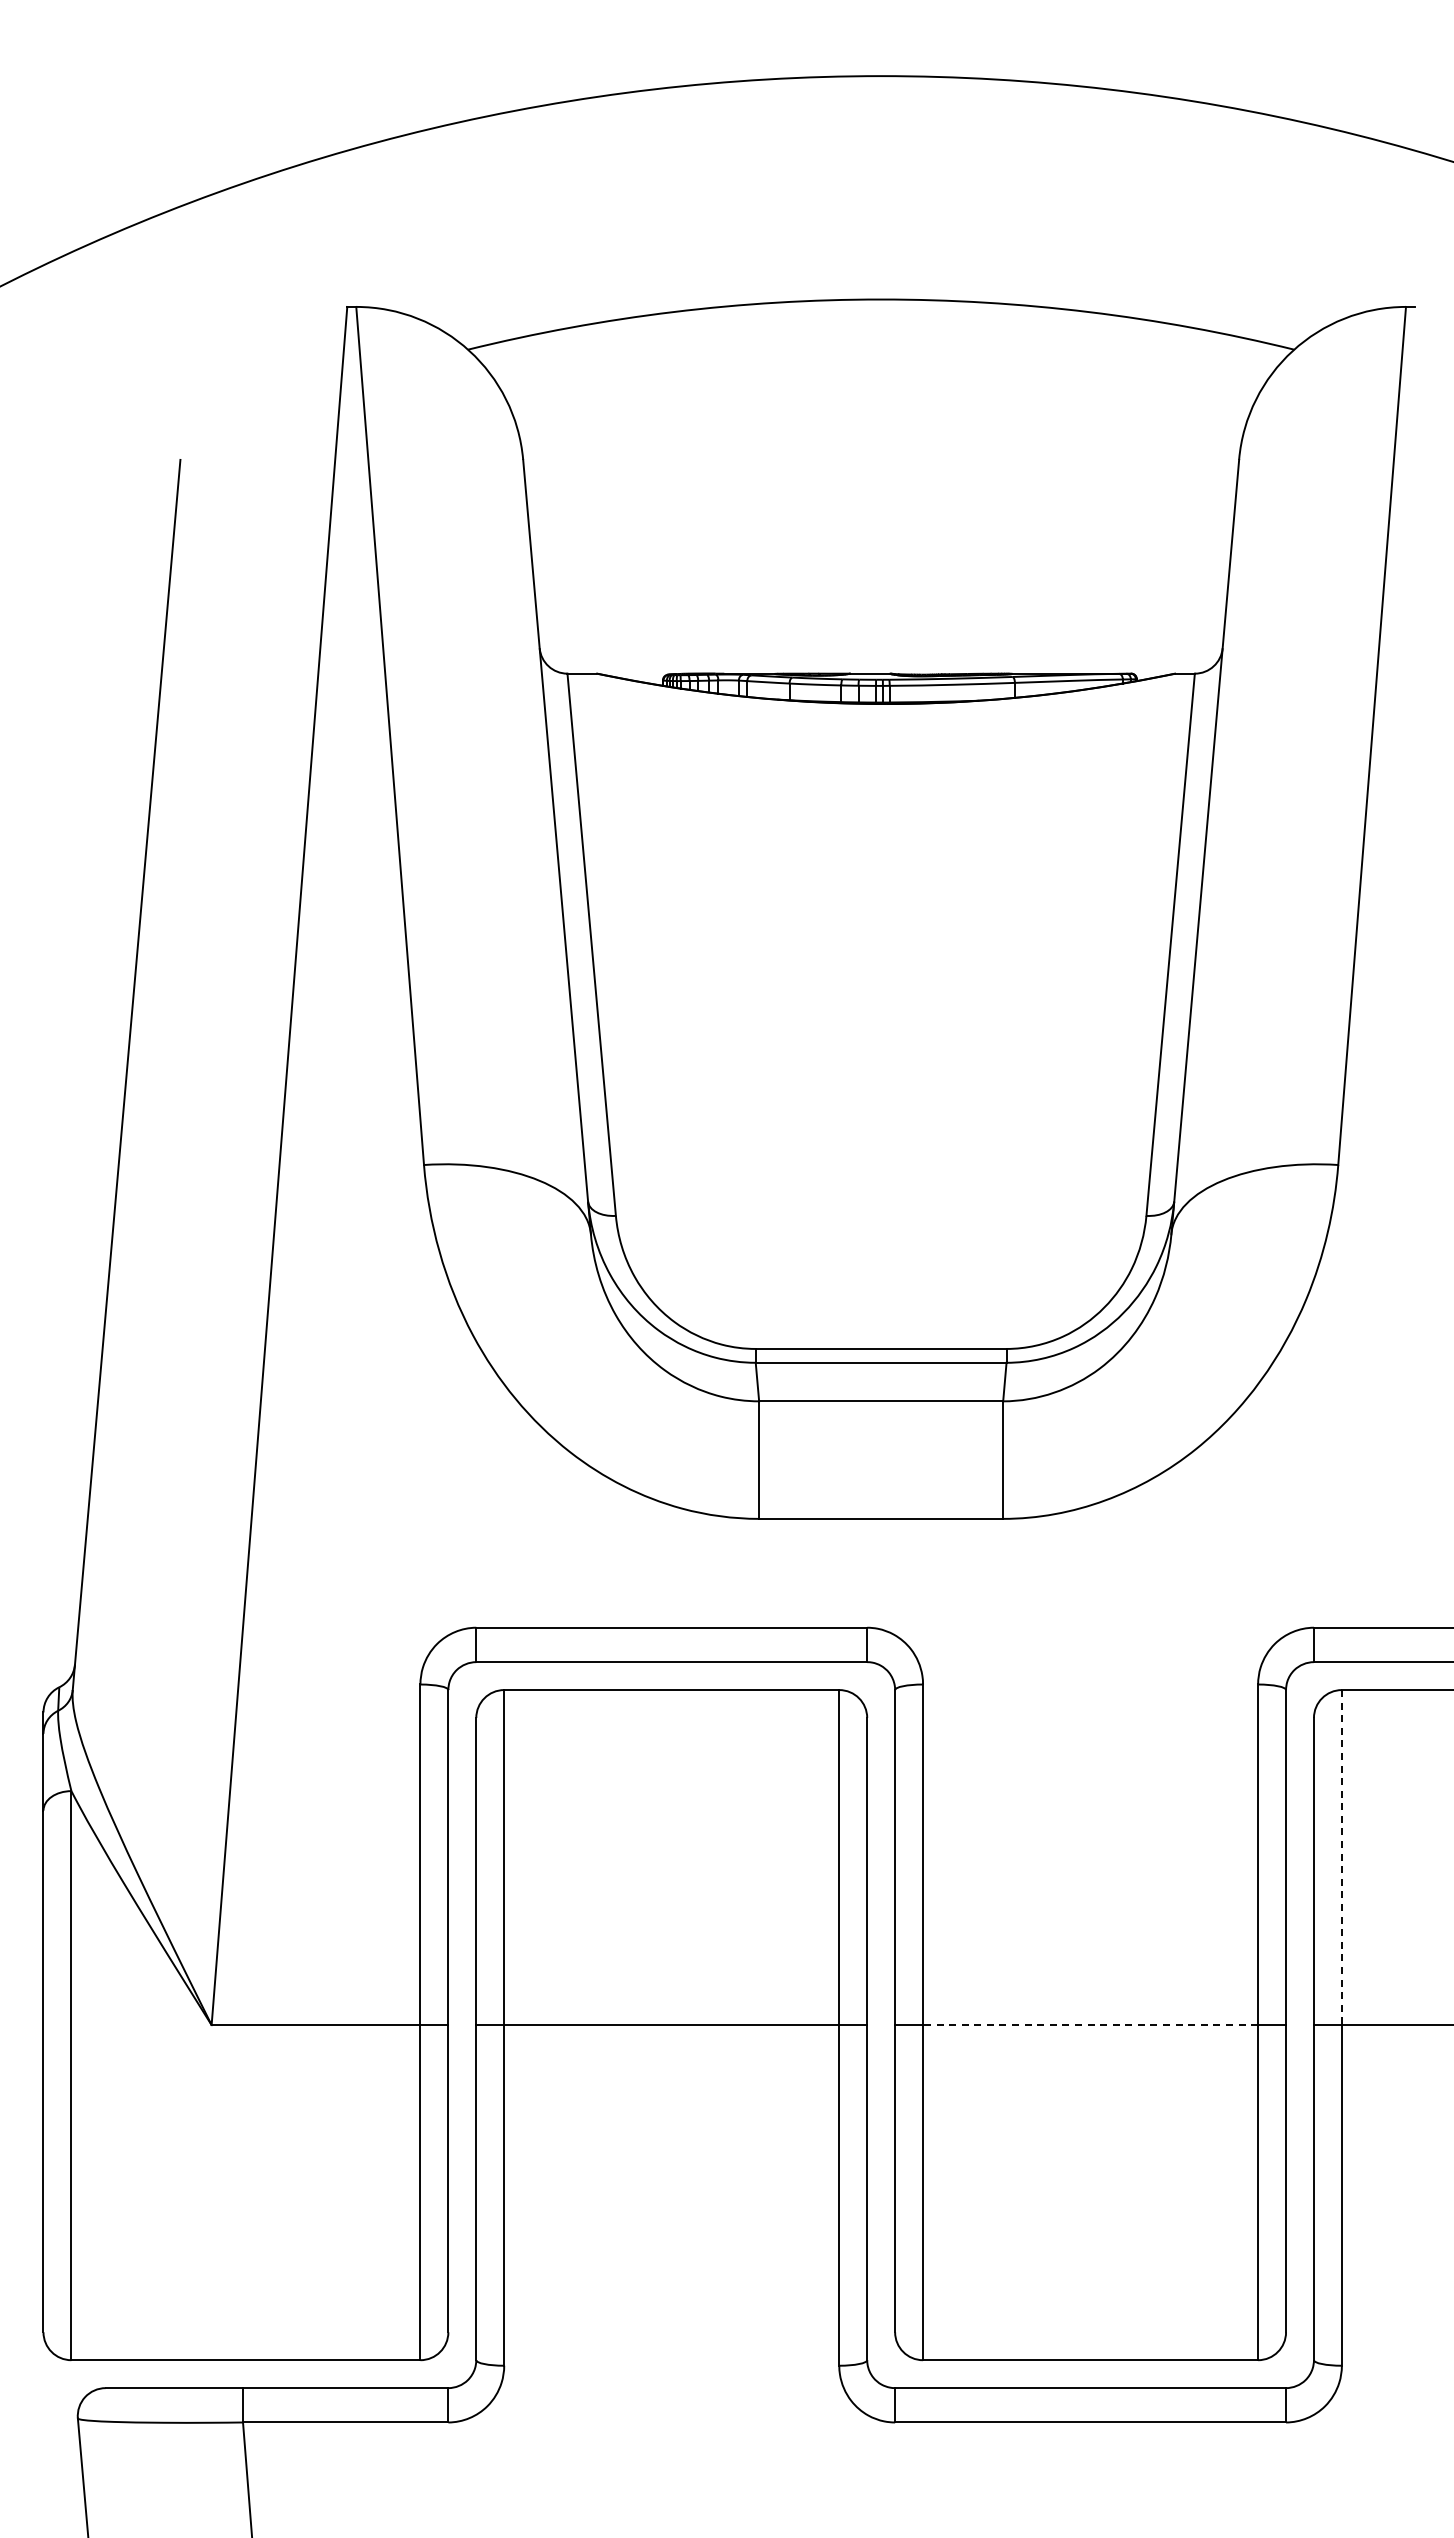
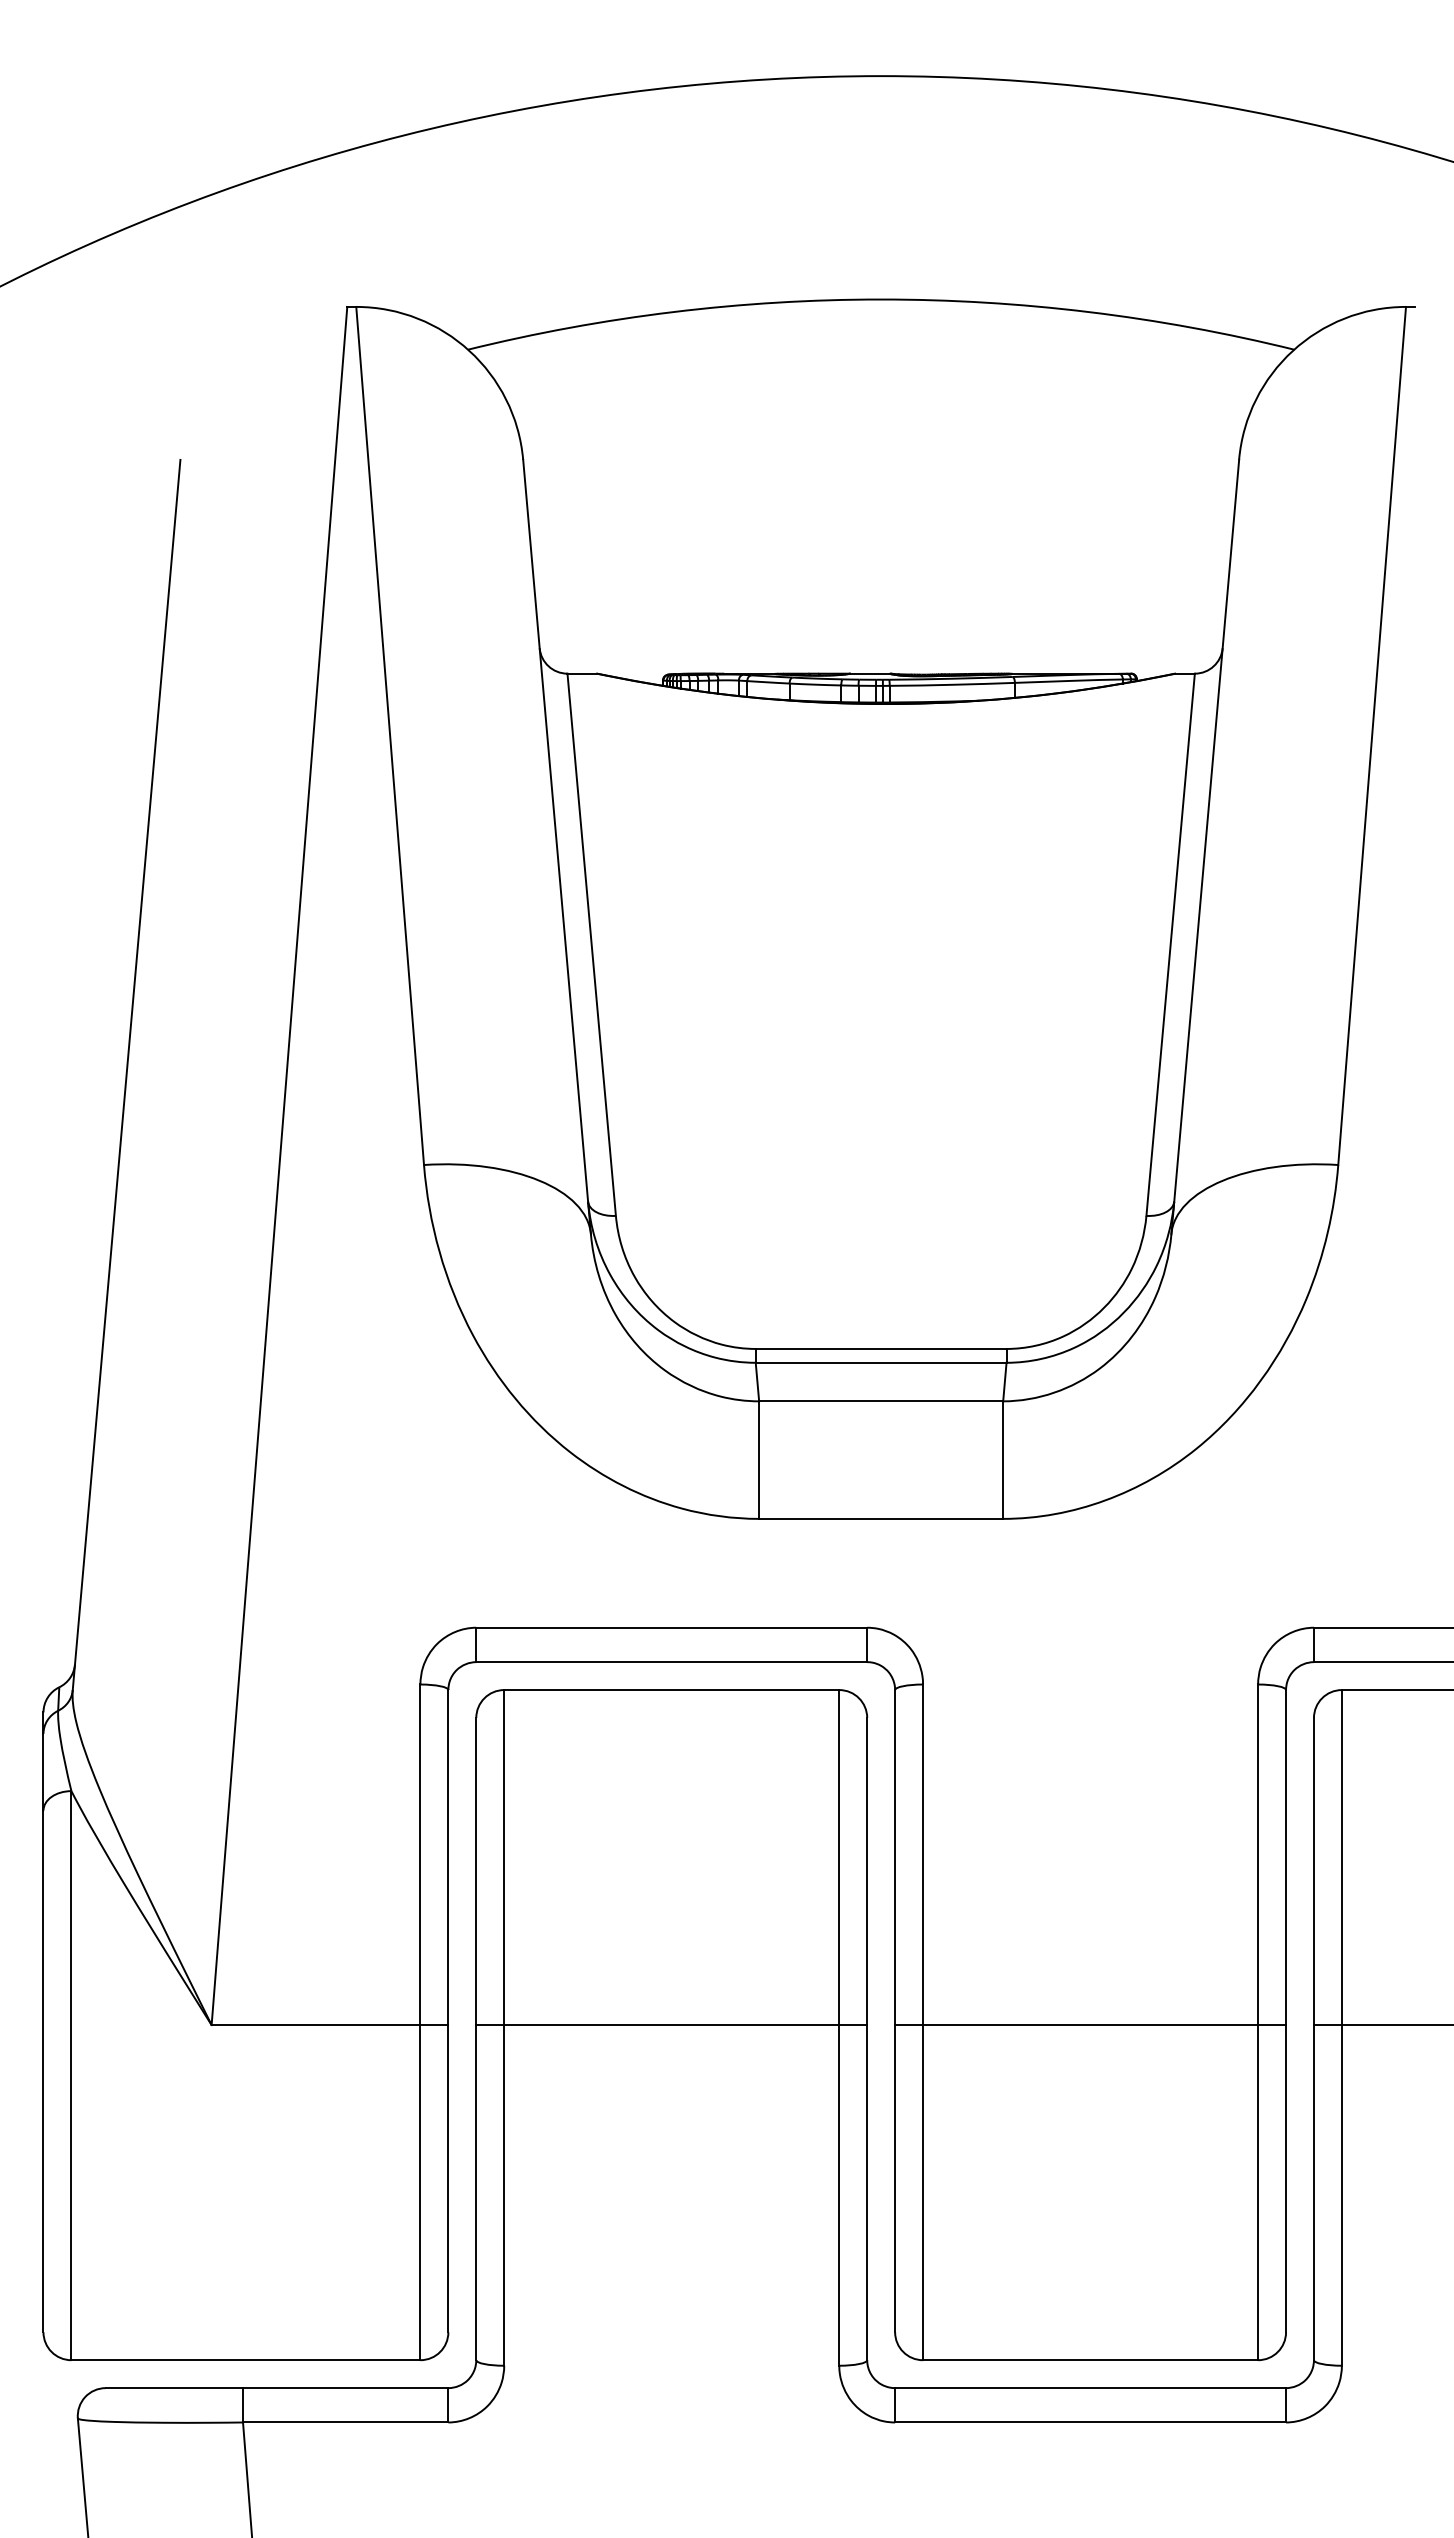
line at (1341, 1857): dashed -> solid
line at (1090, 2025): dashed -> solid
